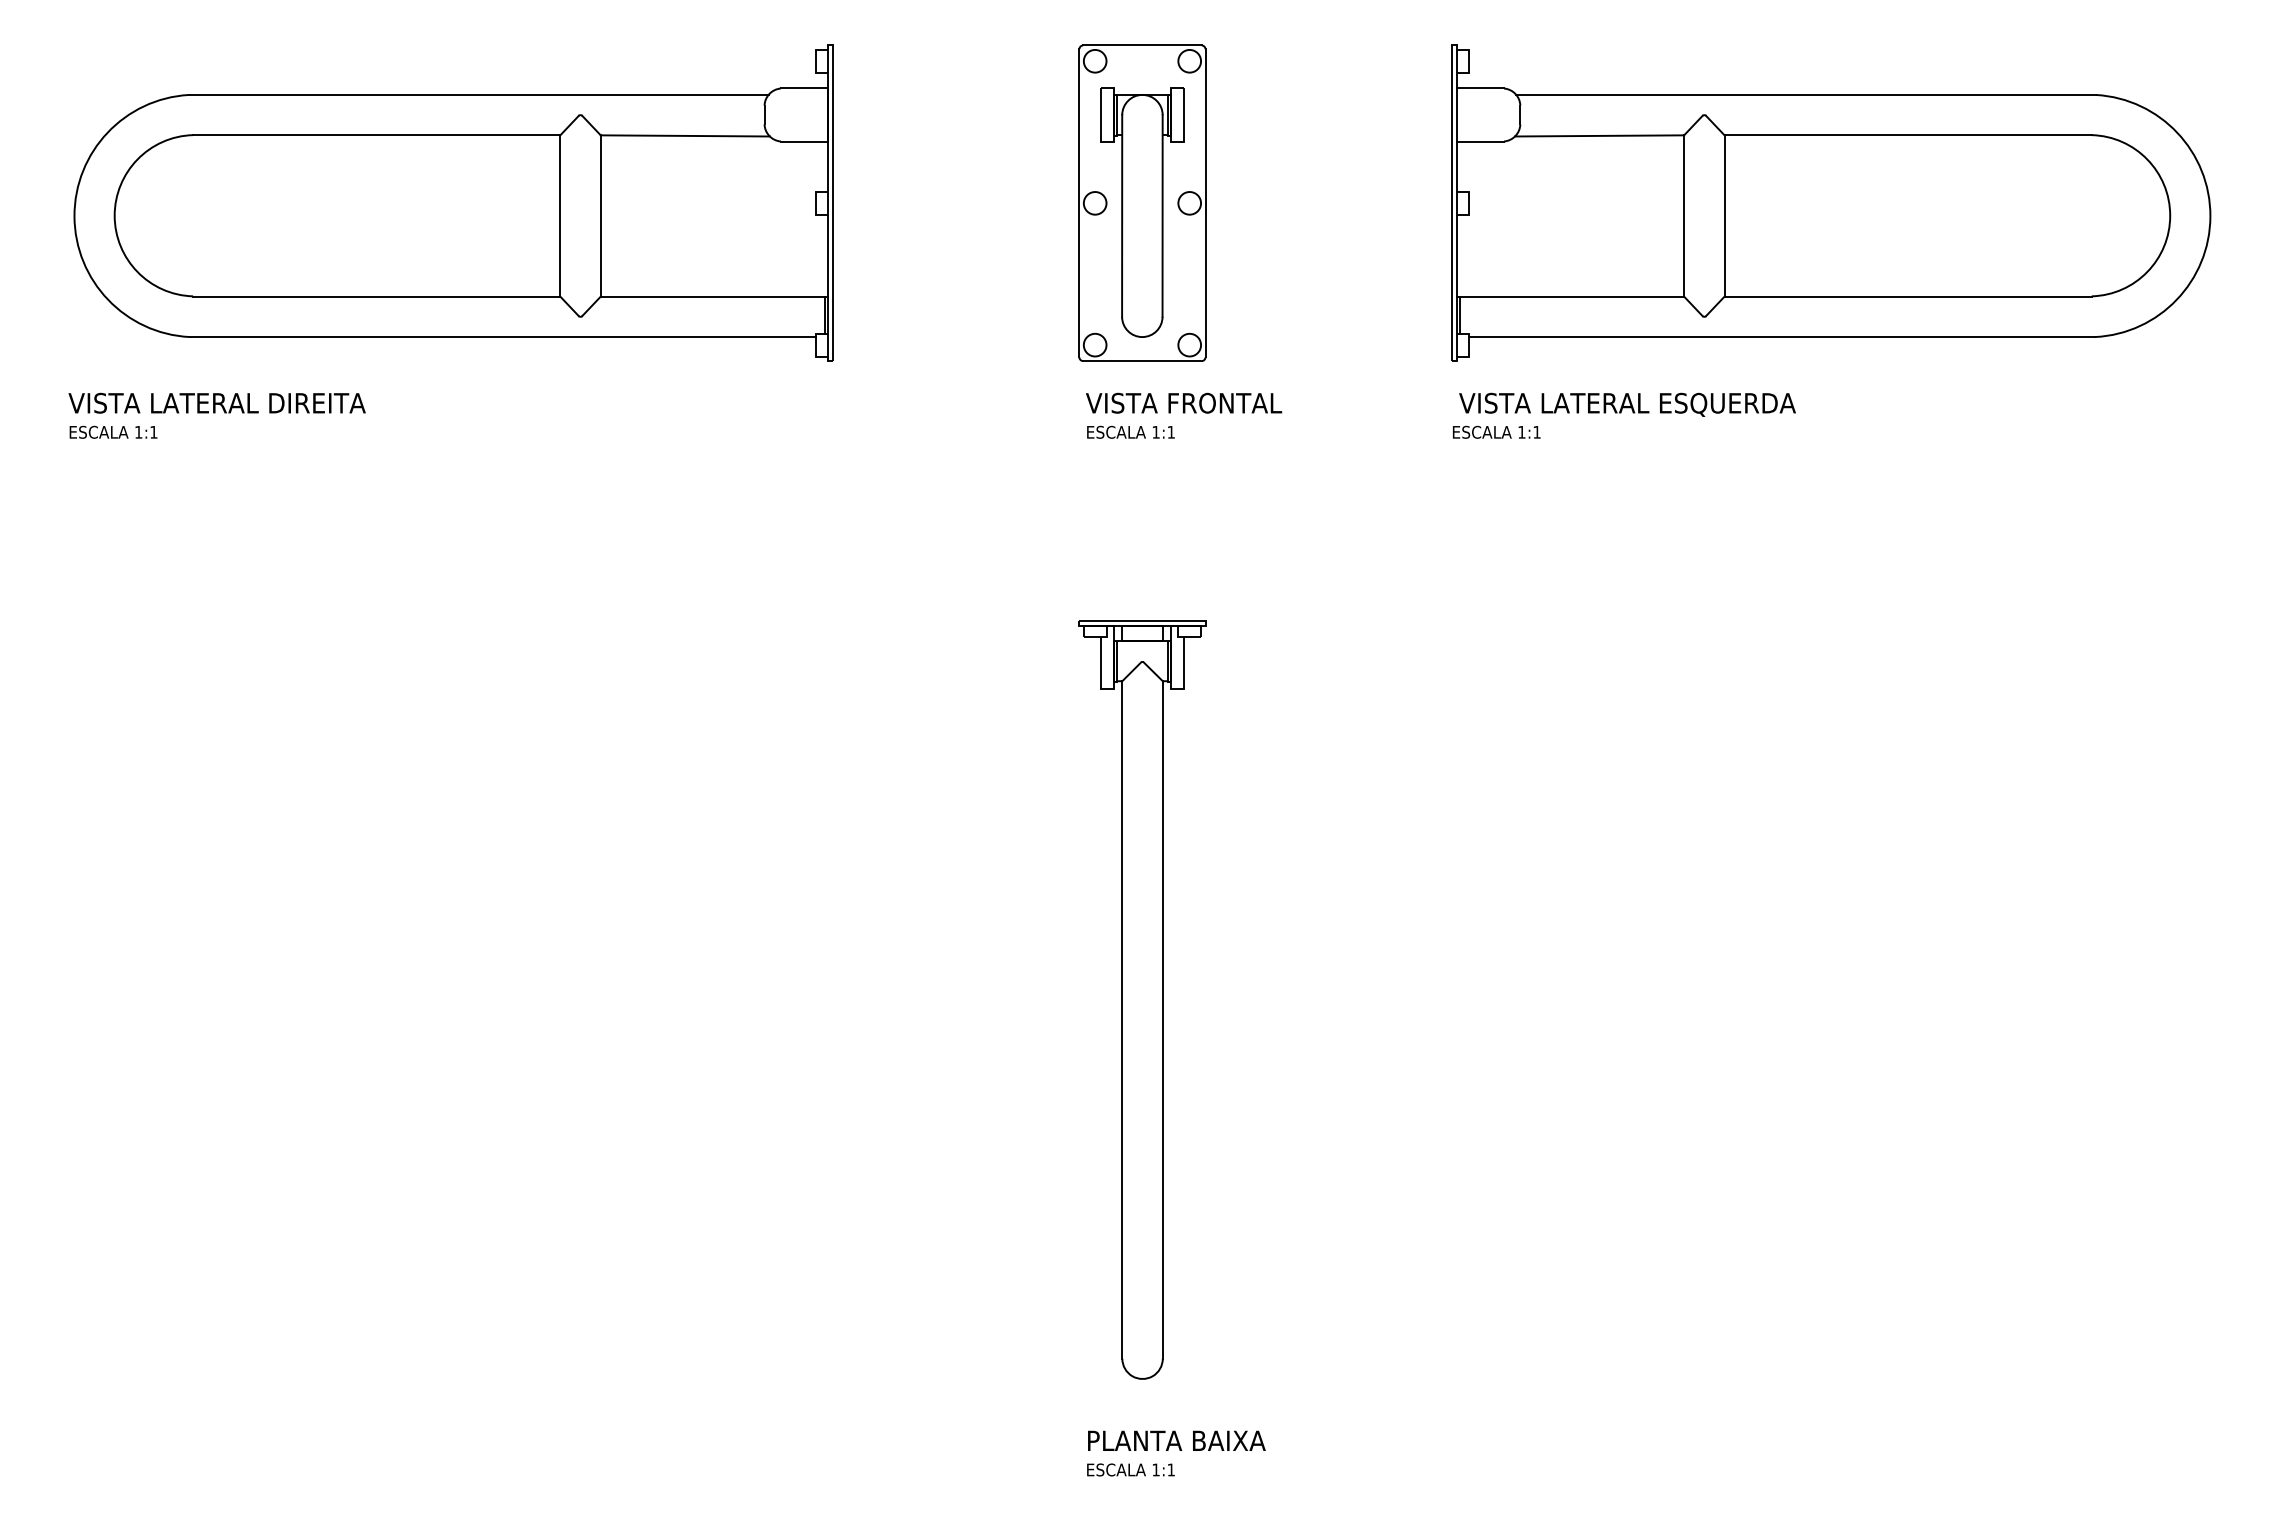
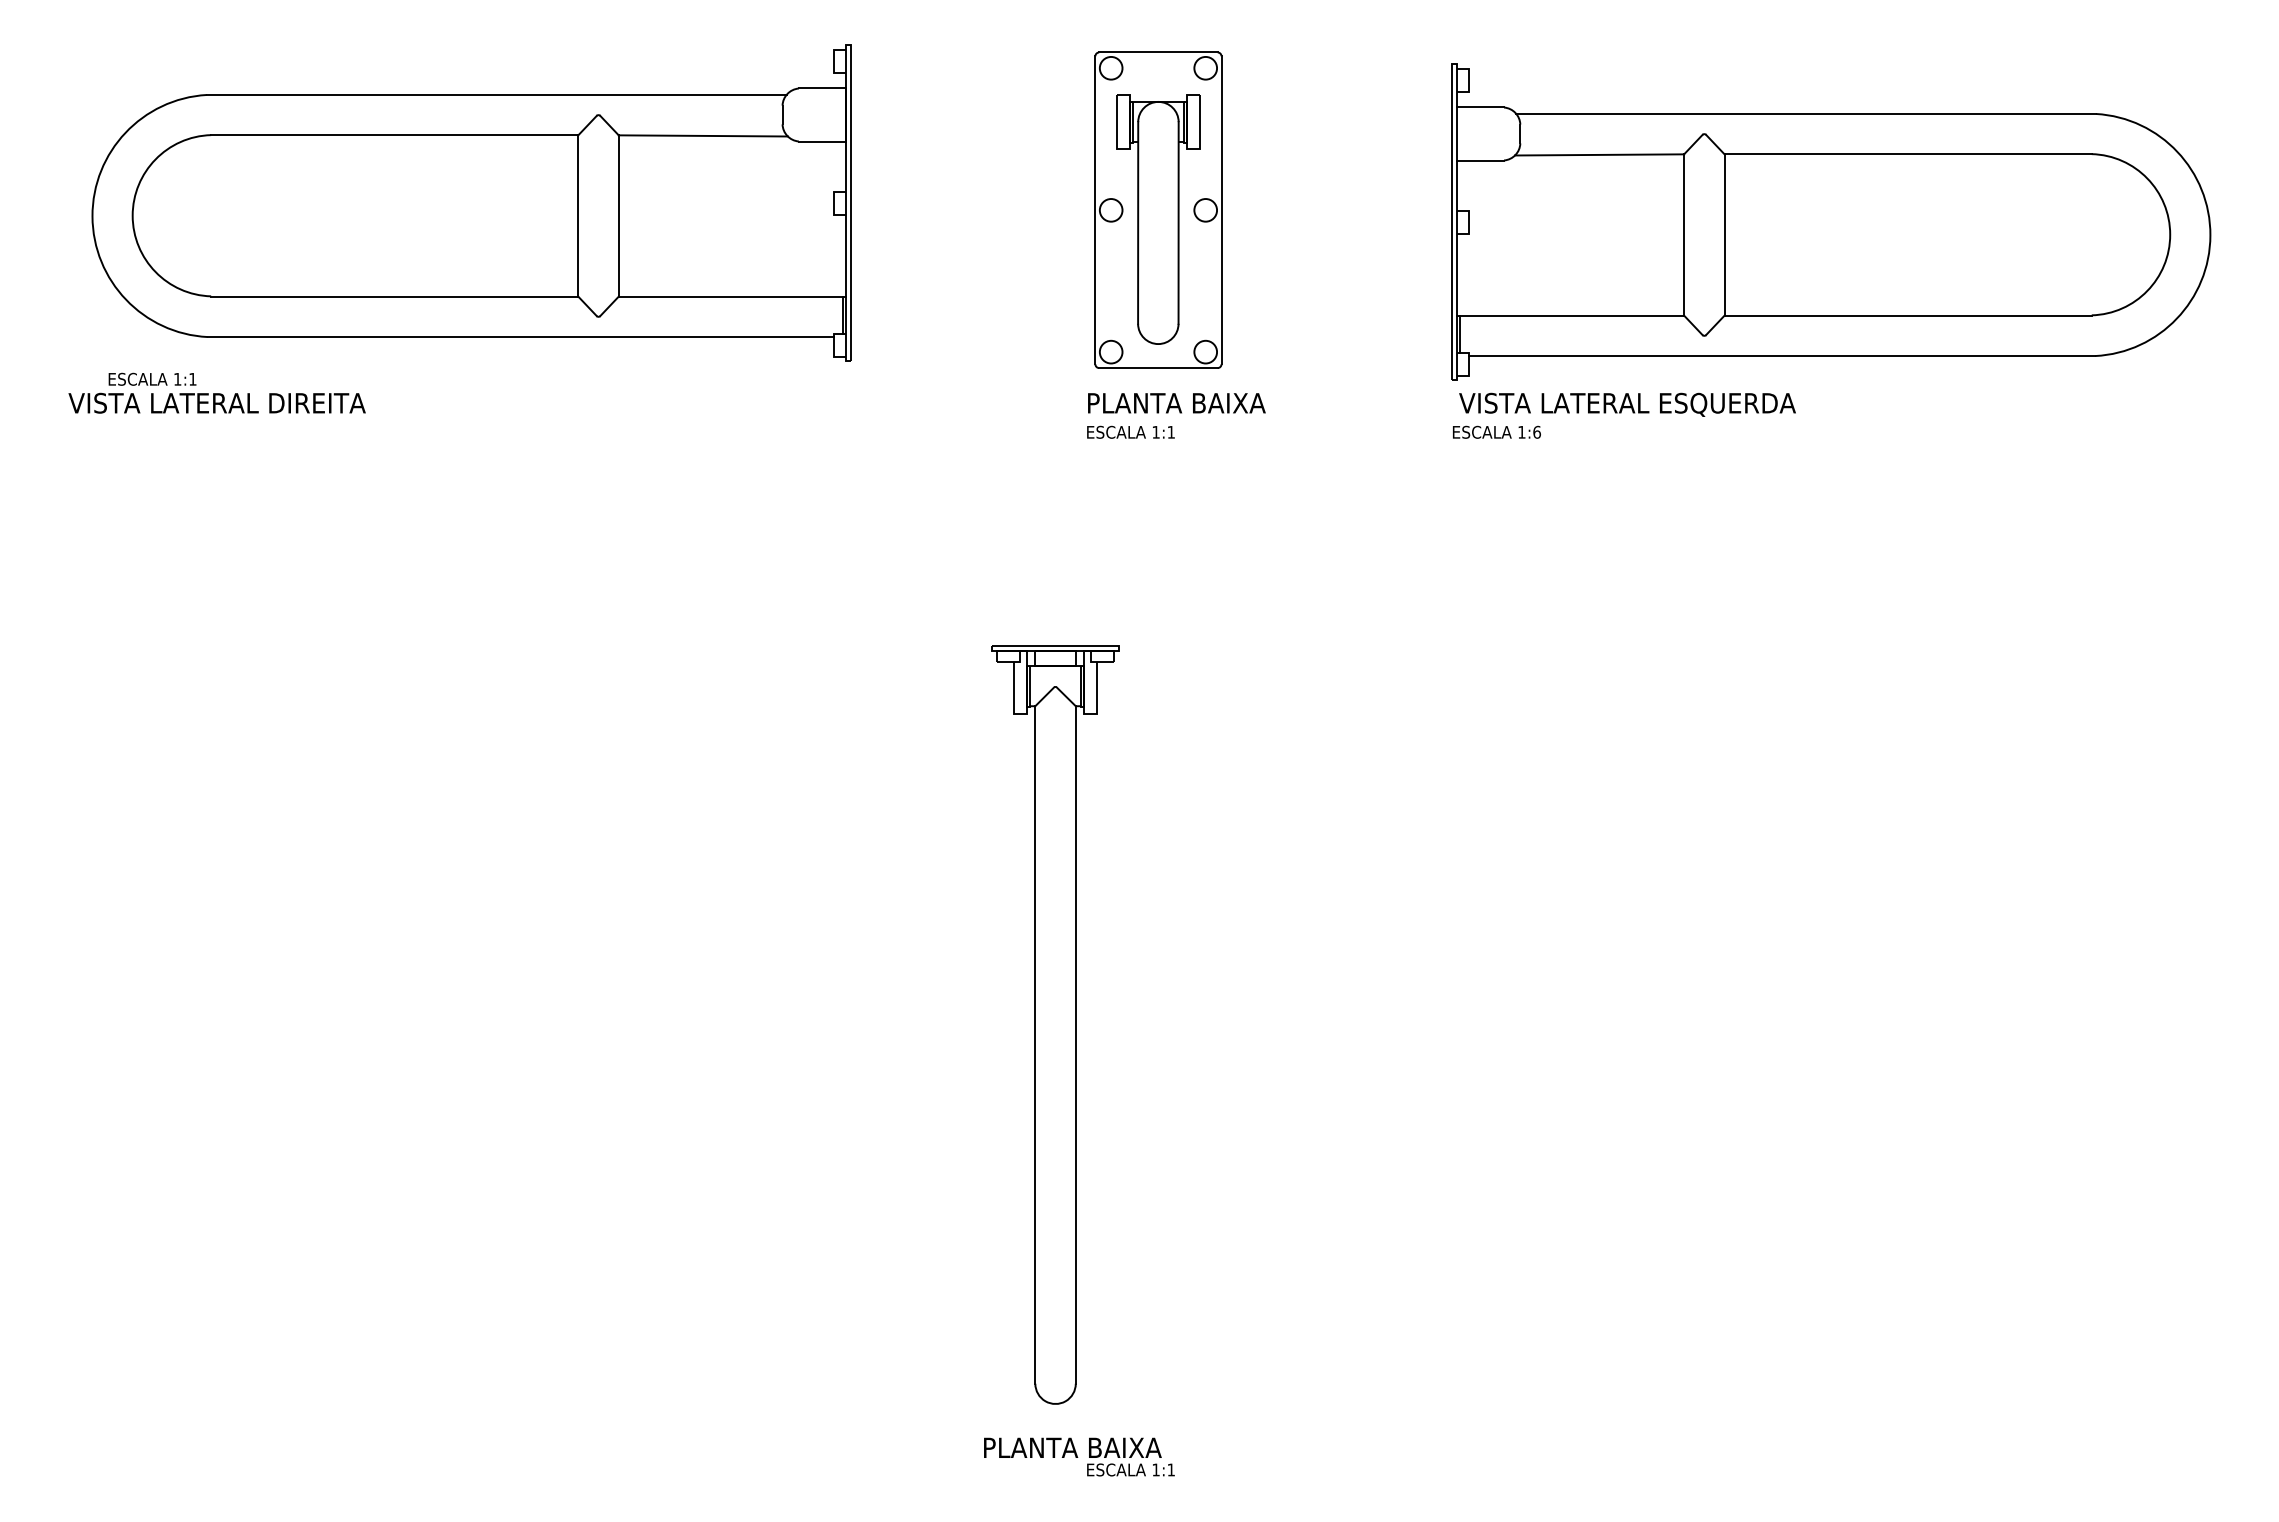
part at (453, 202) position: (453, 202) -> (471, 202)
part at (1142, 202) position: (1142, 202) -> (1158, 209)
part at (1831, 202) position: (1831, 202) -> (1831, 221)
text at (1184, 402): VISTA FRONTAL -> PLANTA BAIXA
text at (113, 431) position: (113, 431) -> (152, 378)
text at (1536, 431): 1:1 -> 1:6
part at (1142, 999) position: (1142, 999) -> (1055, 1024)
text at (1176, 1440) position: (1176, 1440) -> (1072, 1447)
